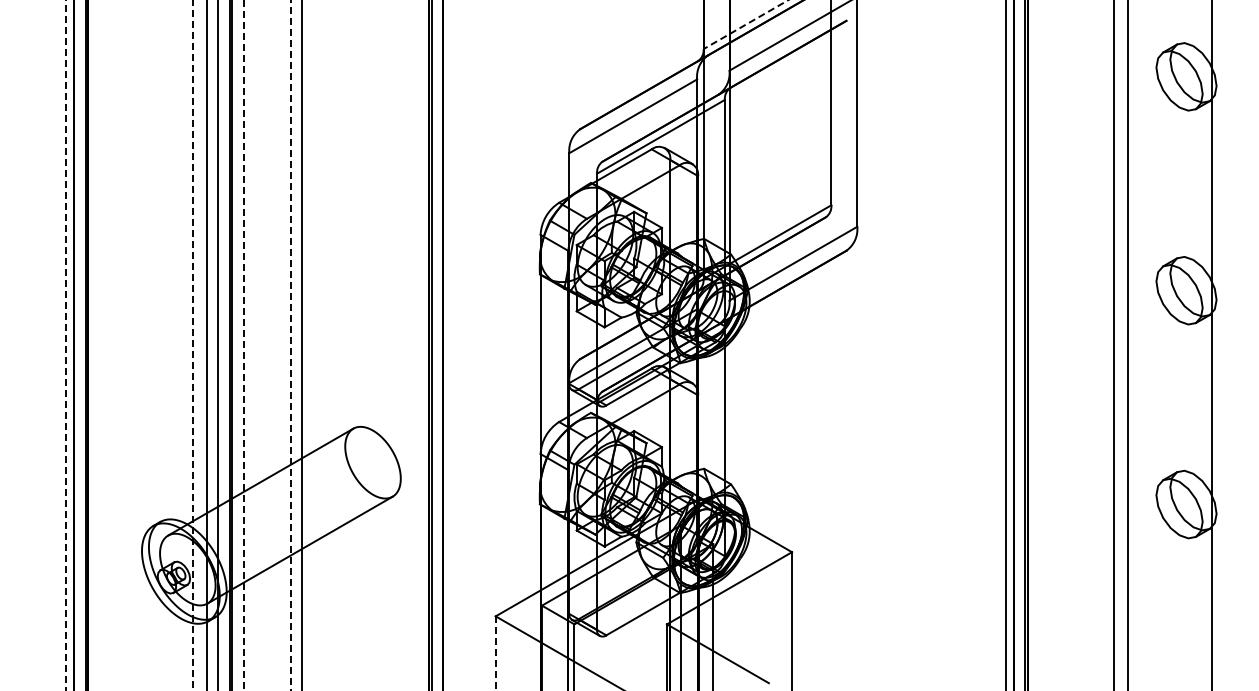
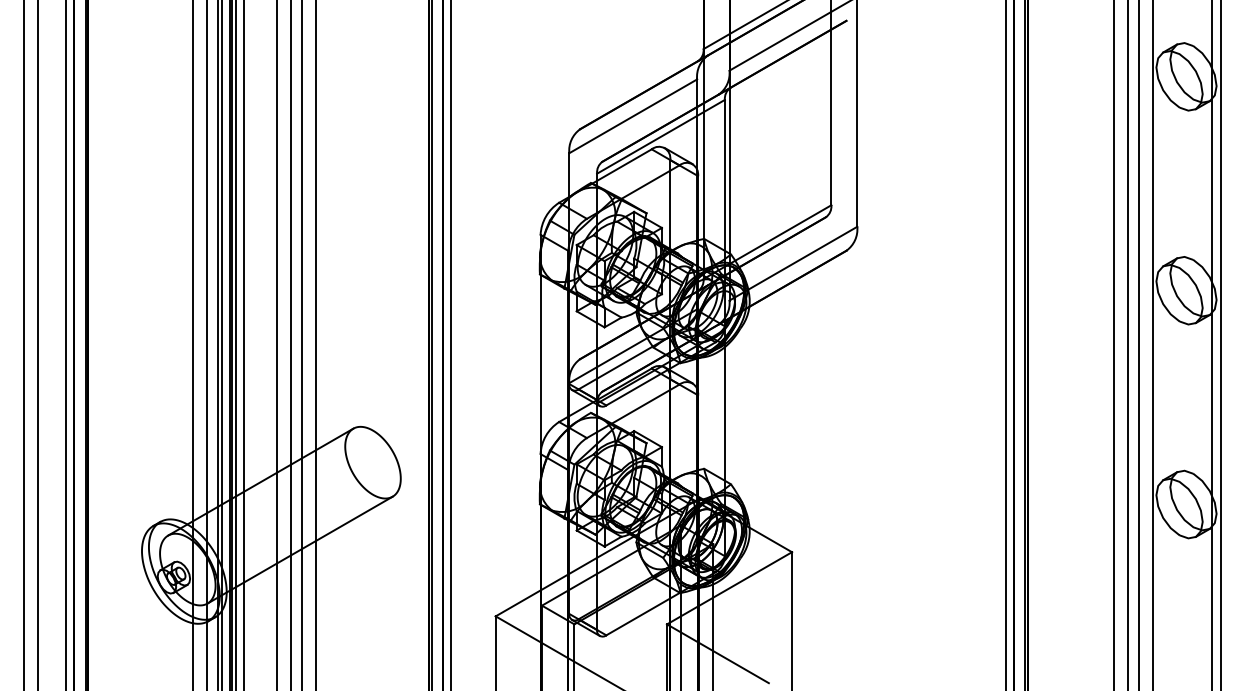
line at (745, 24): dashed -> solid
line at (23, 344): none -> present
line at (37, 344): none -> present
line at (222, 344): none -> present
line at (235, 344): none -> present
line at (276, 344): none -> present
line at (315, 344): none -> present
line at (451, 344): none -> present
line at (1138, 344): none -> present
line at (1152, 344): none -> present
line at (1221, 344): none -> present
line at (65, 345): dashed -> solid
line at (193, 345): dashed -> solid
line at (244, 345): dashed -> solid
line at (290, 345): dashed -> solid
line at (495, 653): dashed -> solid
